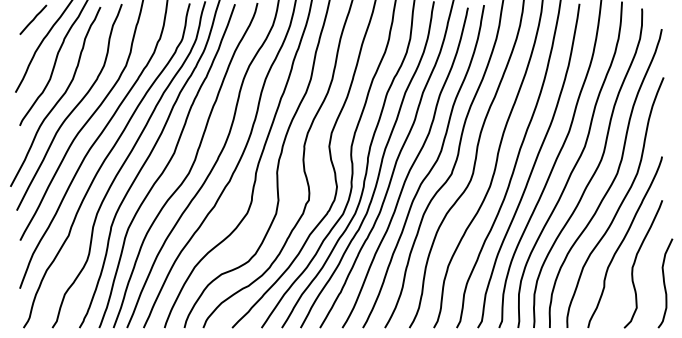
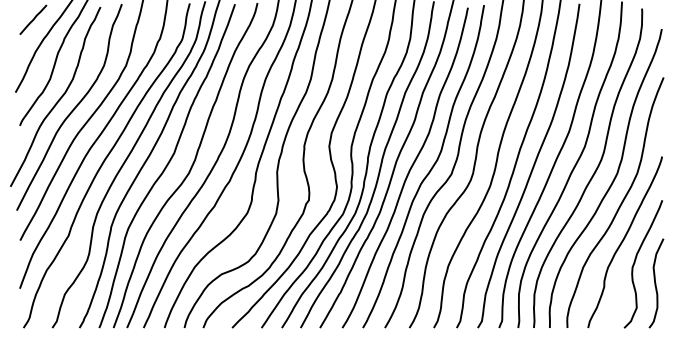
curve at (665, 283) position: (665, 283) -> (656, 283)
